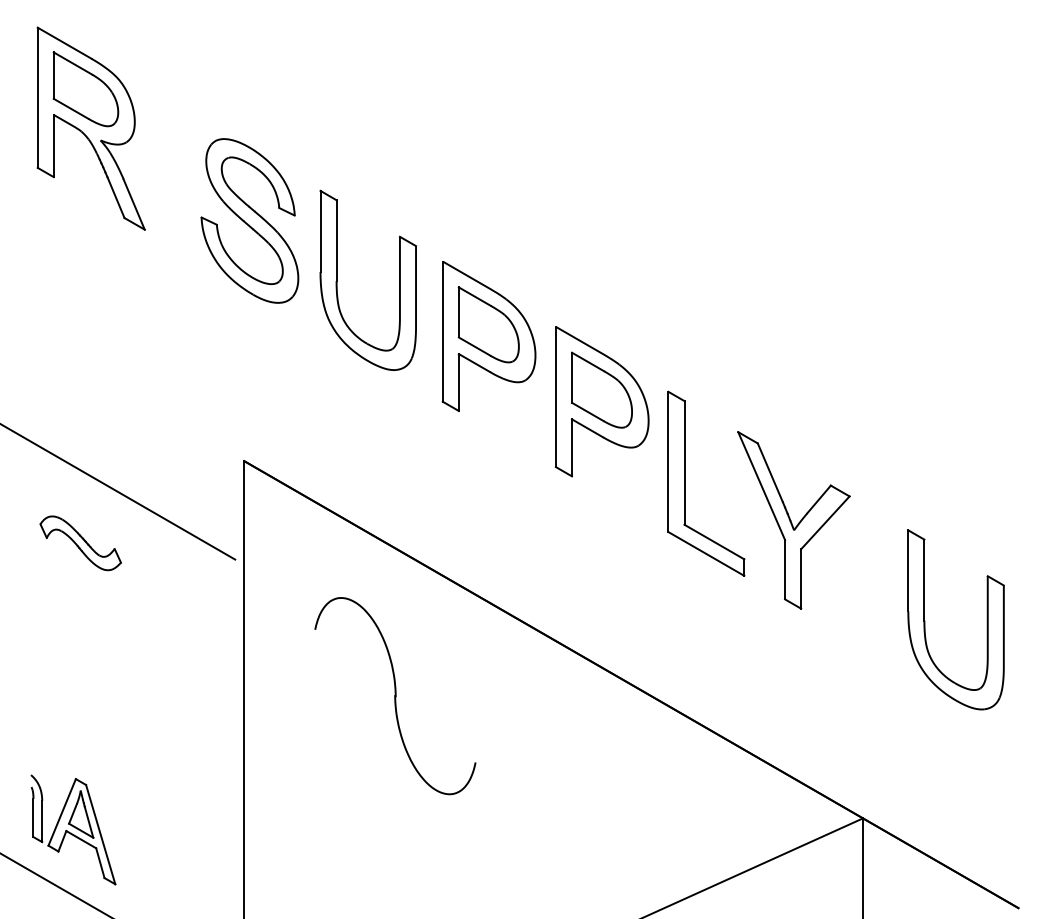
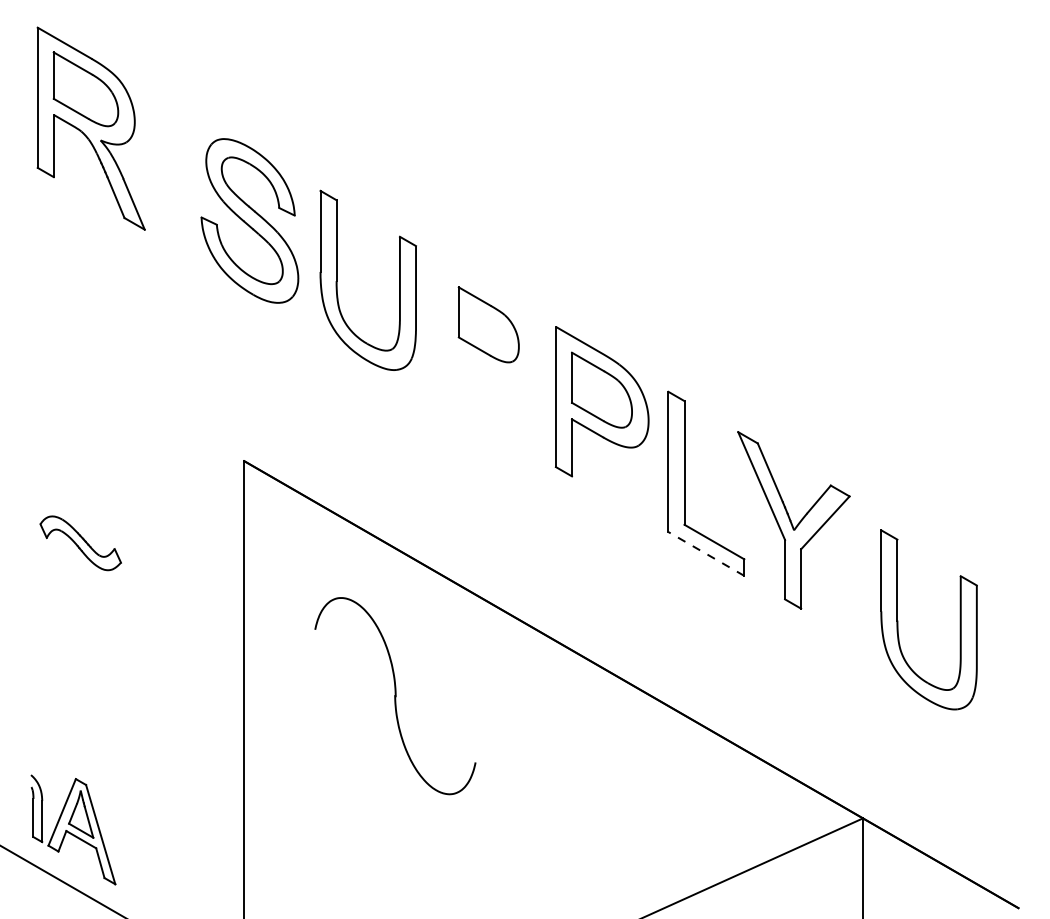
part at (488, 336): present -> none
line at (118, 491): present -> none
line at (706, 553): solid -> dashed
part at (925, 620) position: (925, 620) -> (898, 620)
line at (55, 884) position: (55, 884) -> (61, 880)
